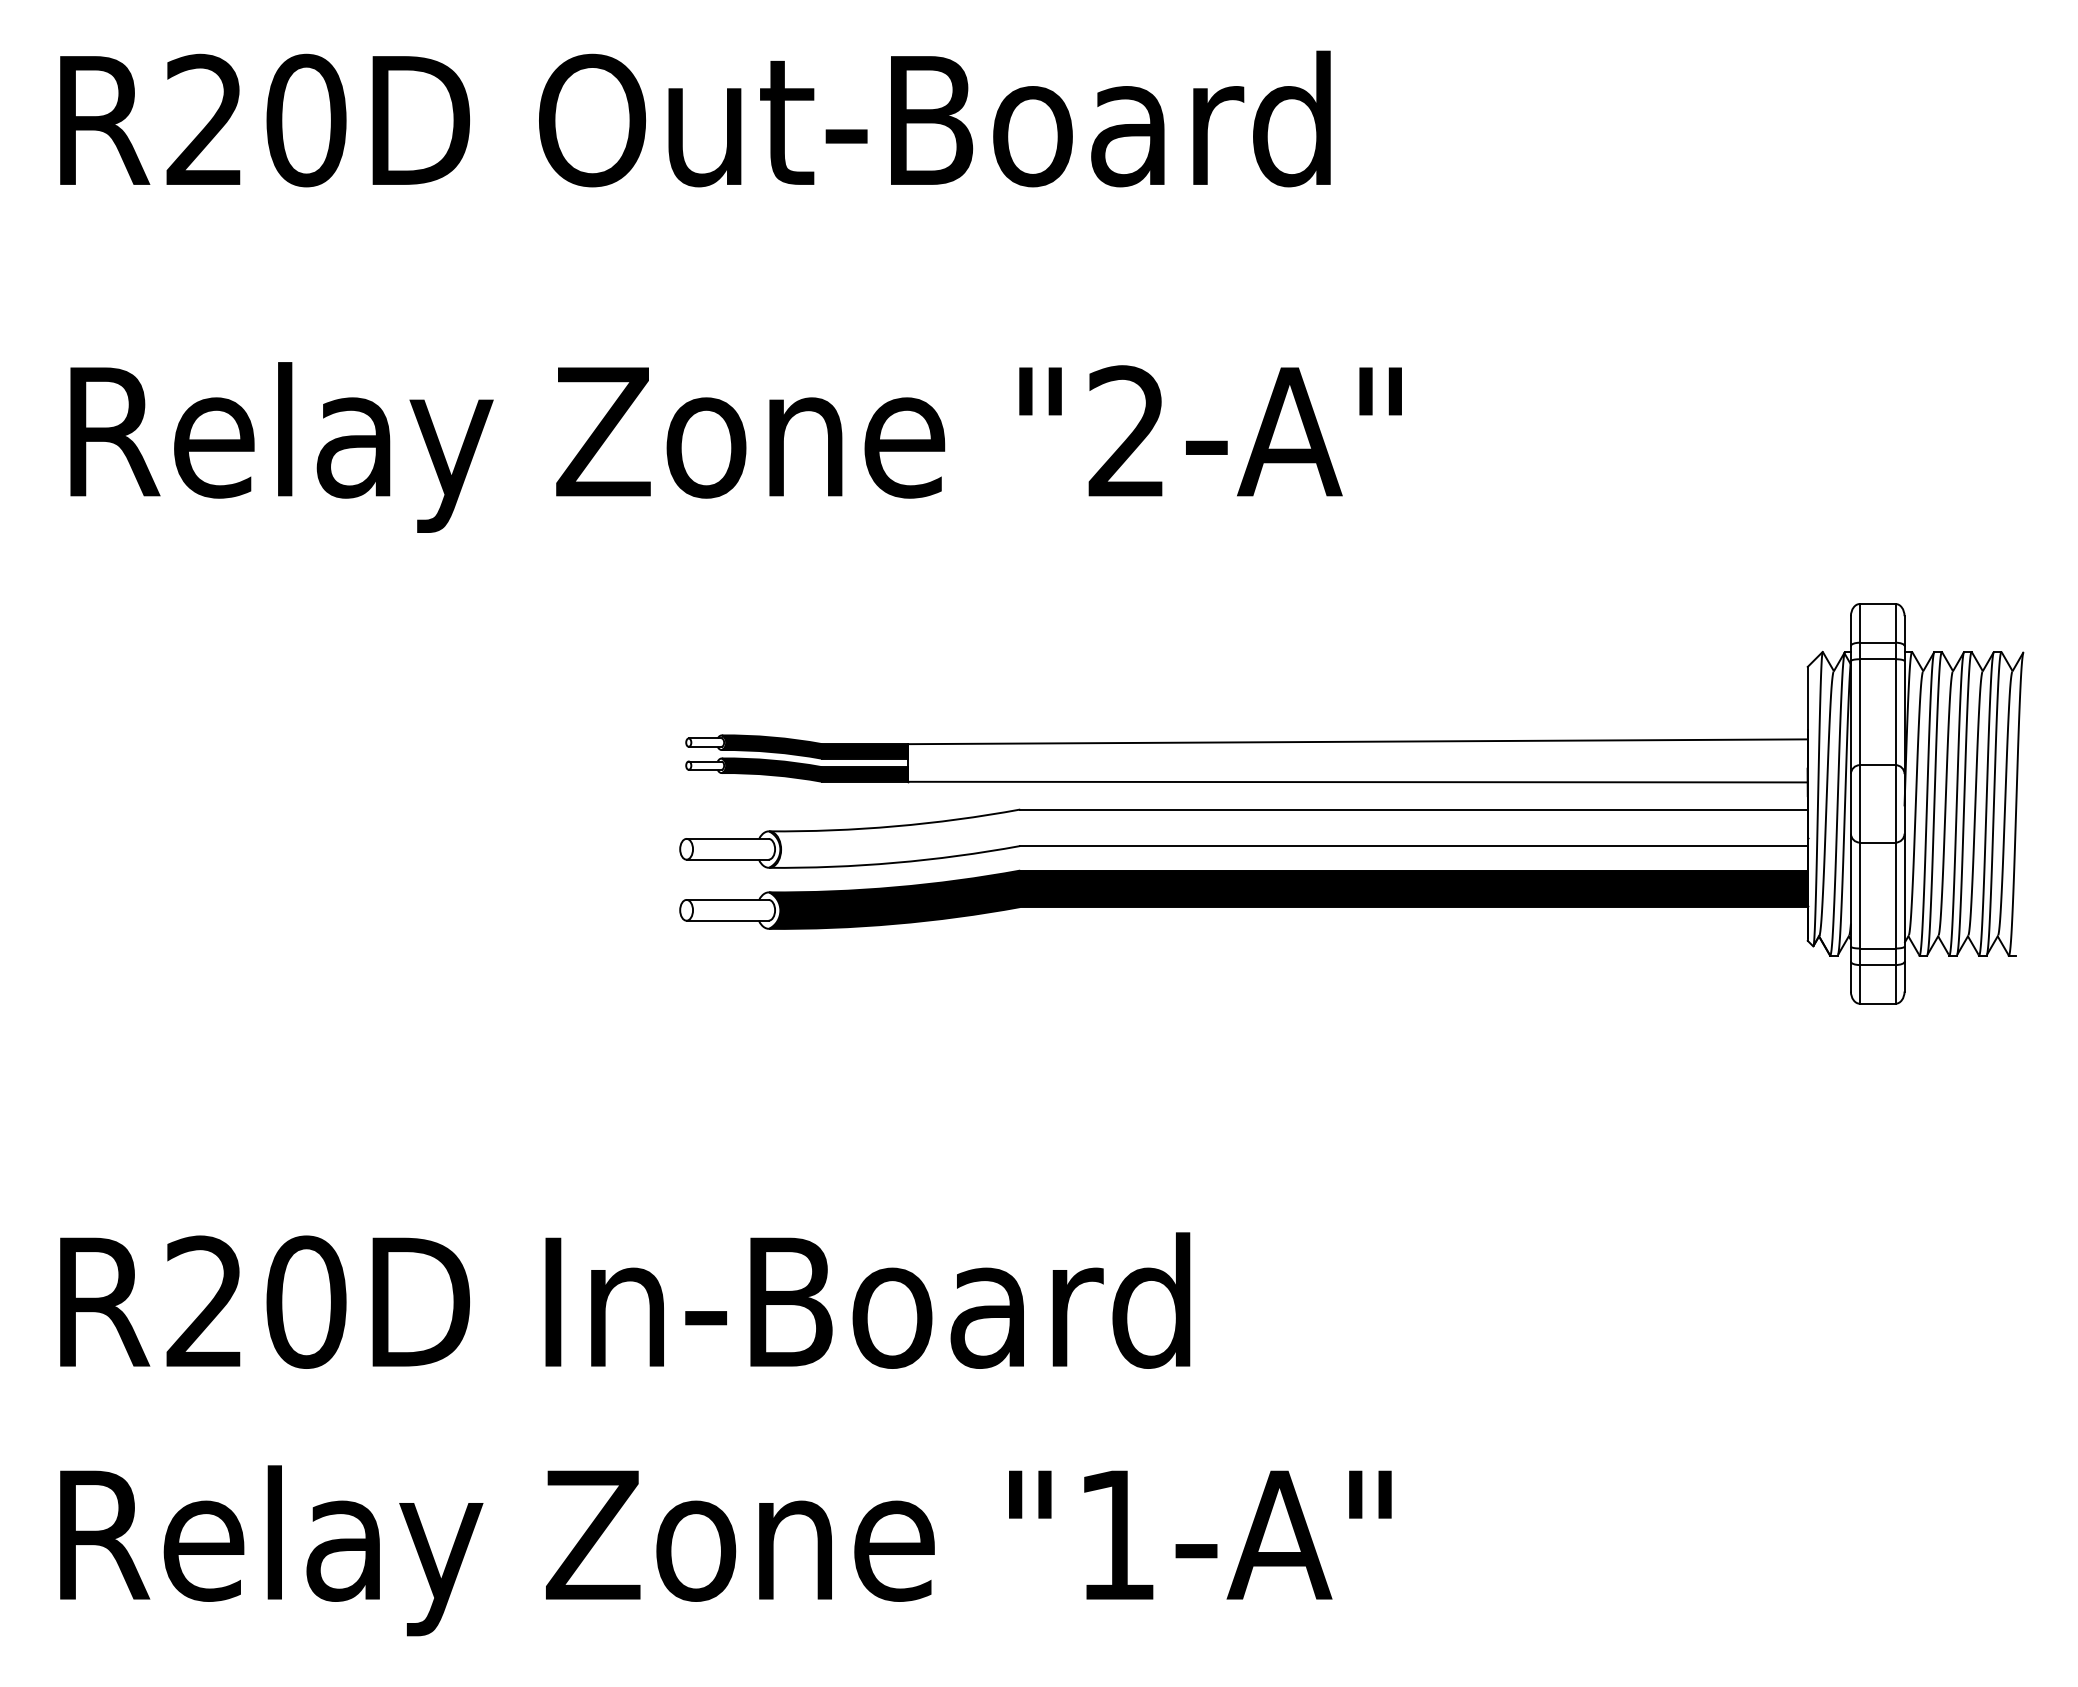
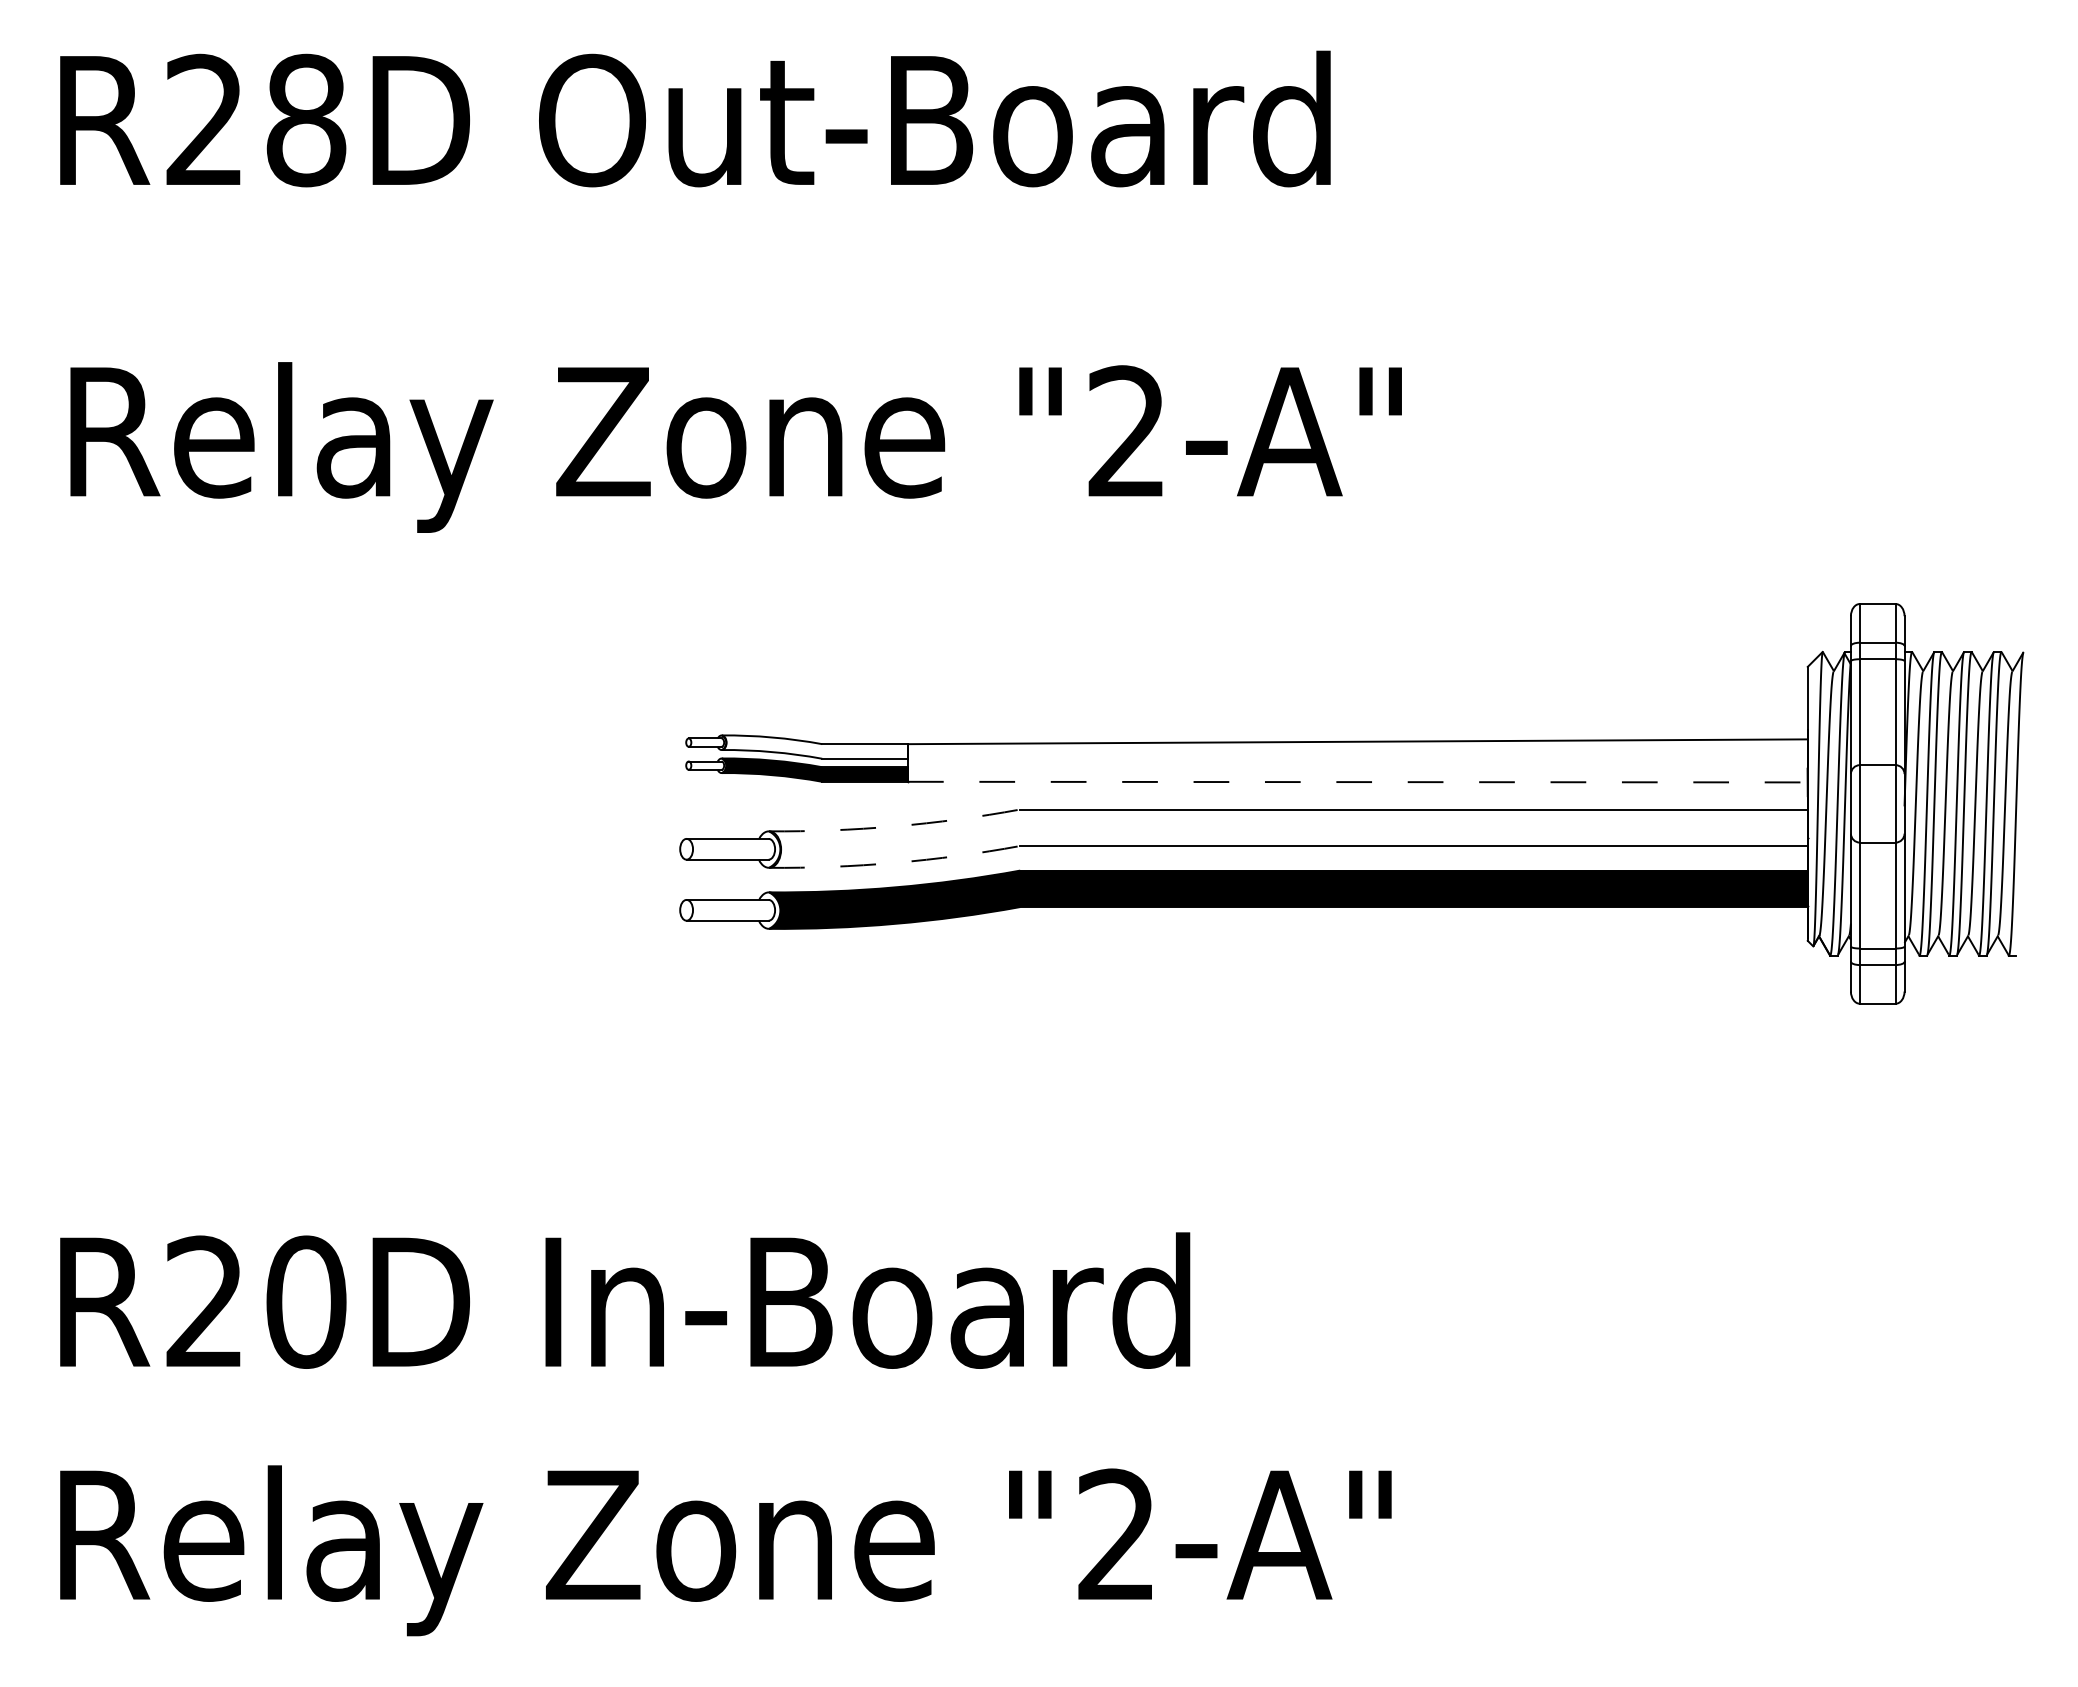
text at (306, 120): R20D -> R28D
fill at (814, 746): present -> none
line at (1357, 782): solid -> dashed
arc at (895, 826): solid -> dashed
arc at (895, 862): solid -> dashed
text at (1115, 1533): "1-A" -> "2-A"
